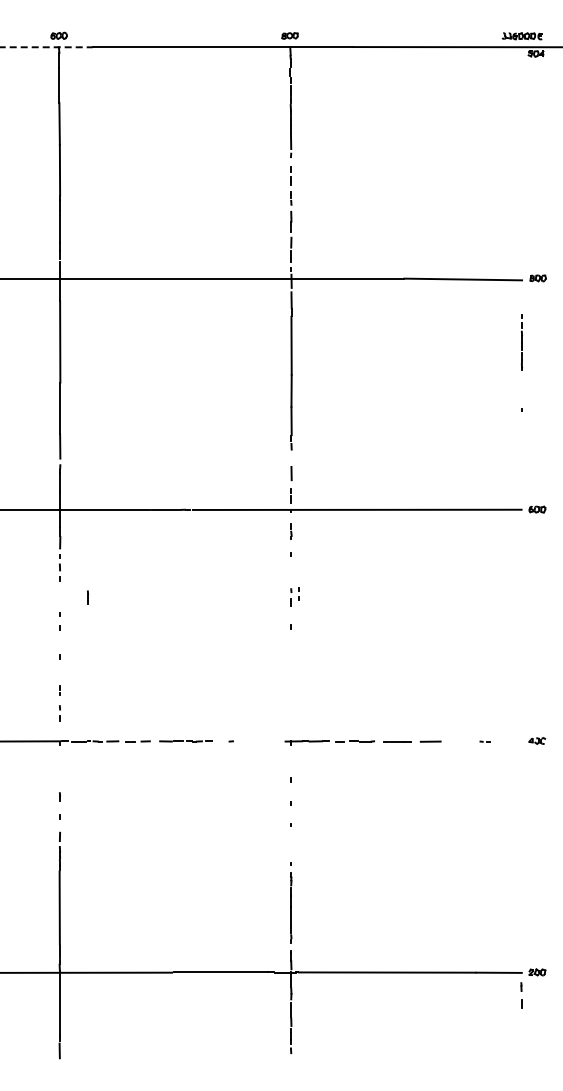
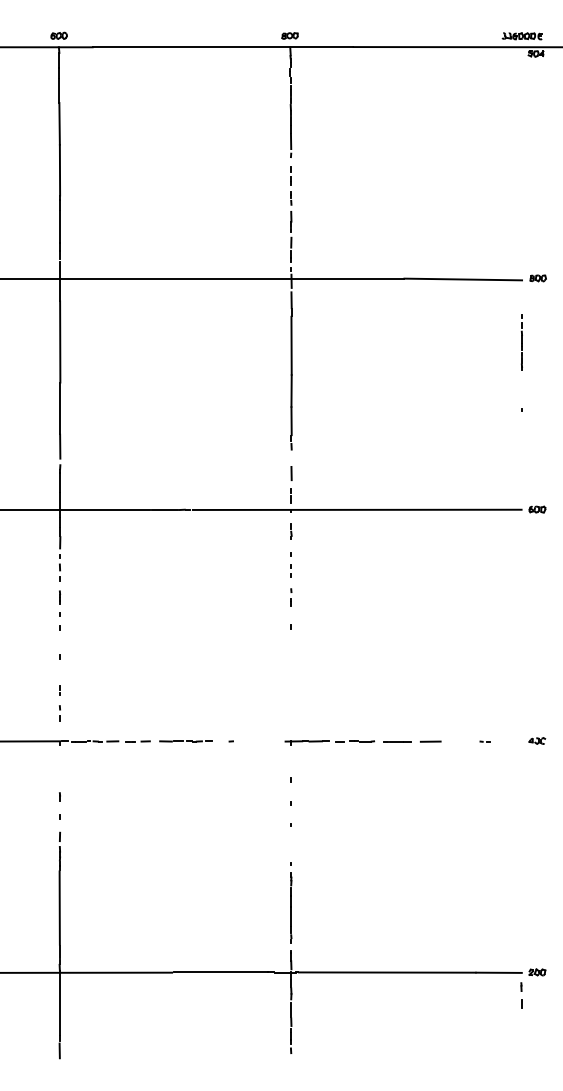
line at (46, 47): dashed -> solid
line at (298, 591) position: (298, 591) -> (290, 568)
line at (88, 597) position: (88, 597) -> (60, 597)
